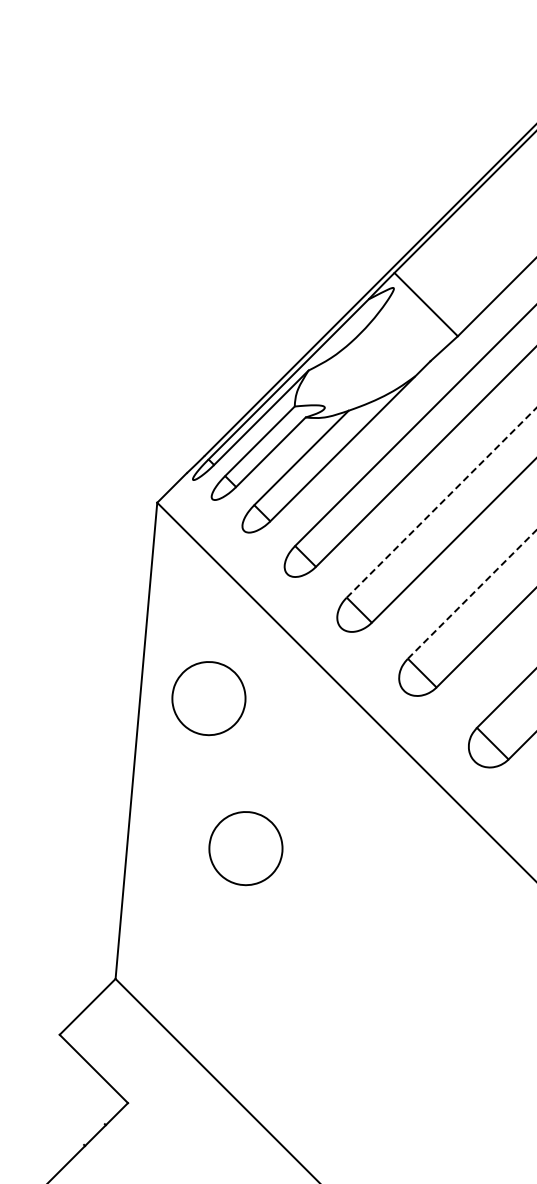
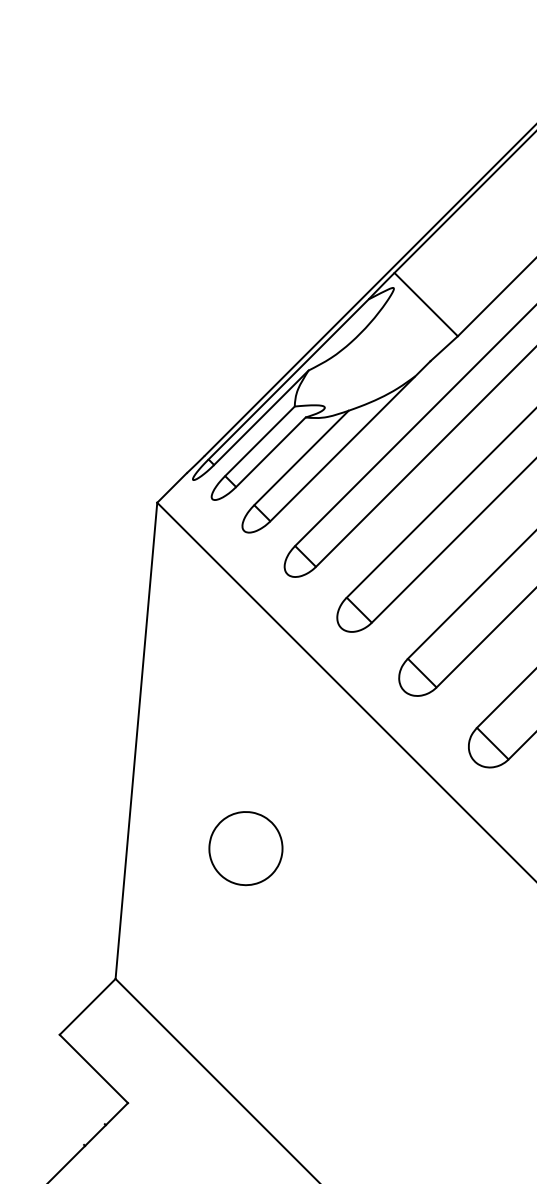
line at (442, 502): dashed -> solid
line at (472, 594): dashed -> solid
part at (208, 698): present -> none
